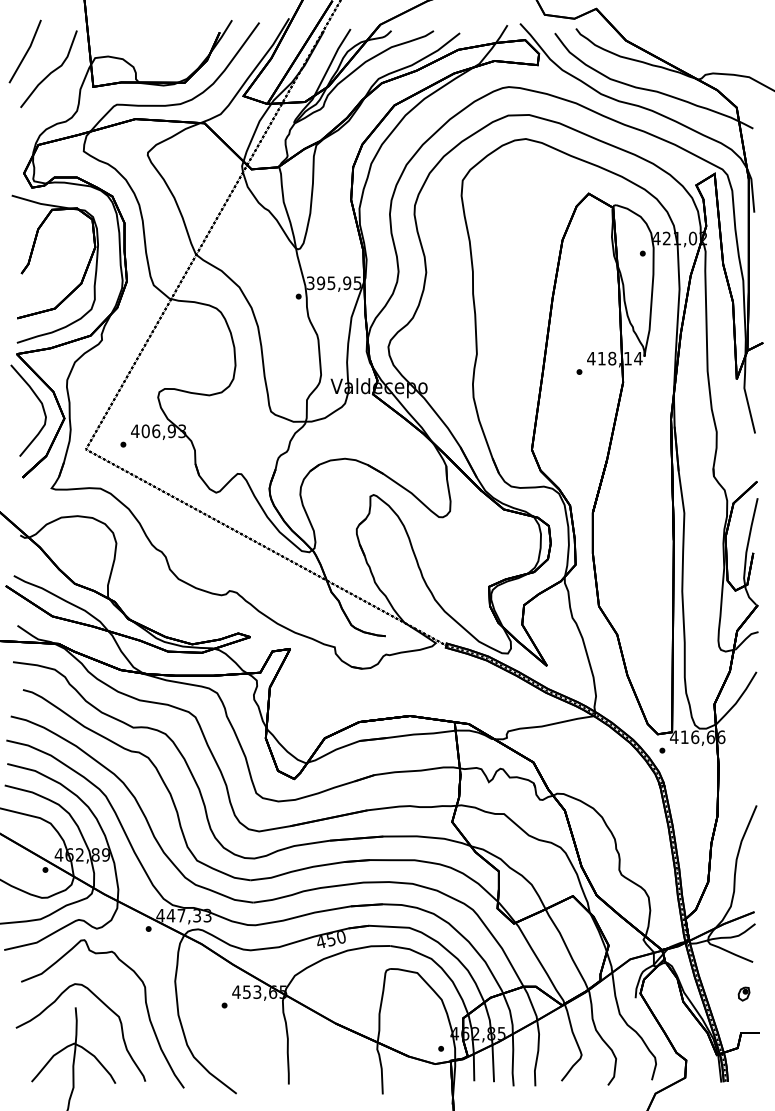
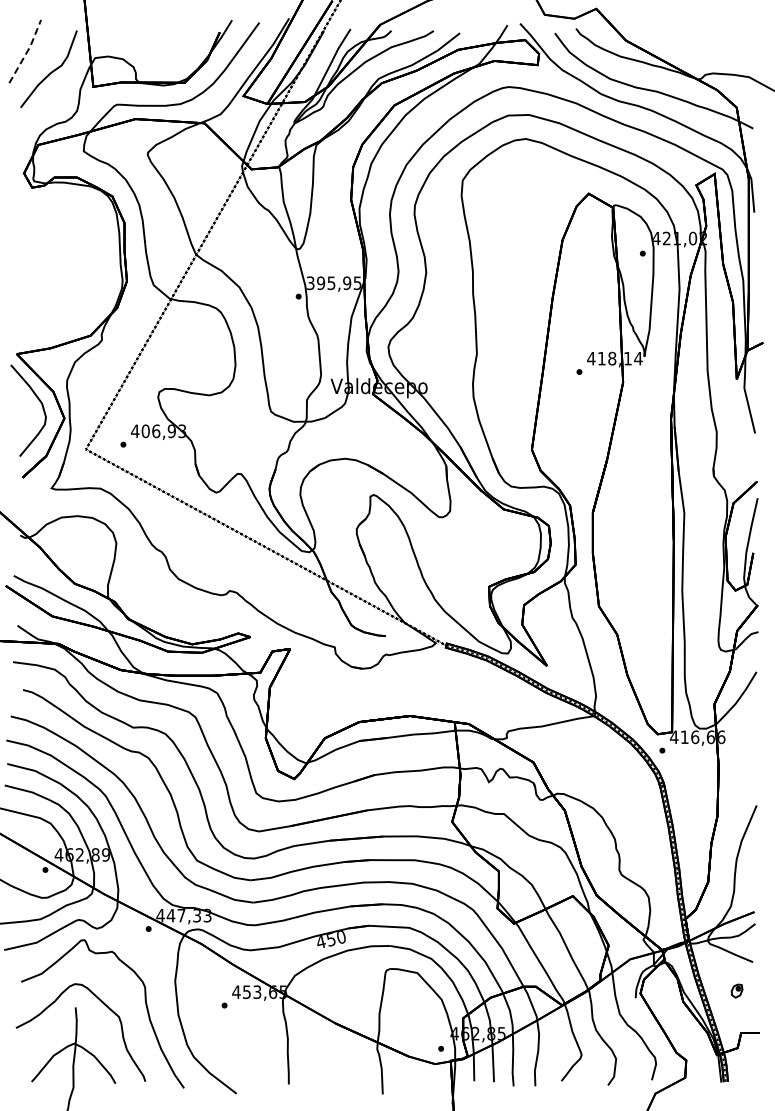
line at (27, 51): solid -> dashed
part at (30, 261): present -> none
part at (743, 993) position: (743, 993) -> (736, 990)
